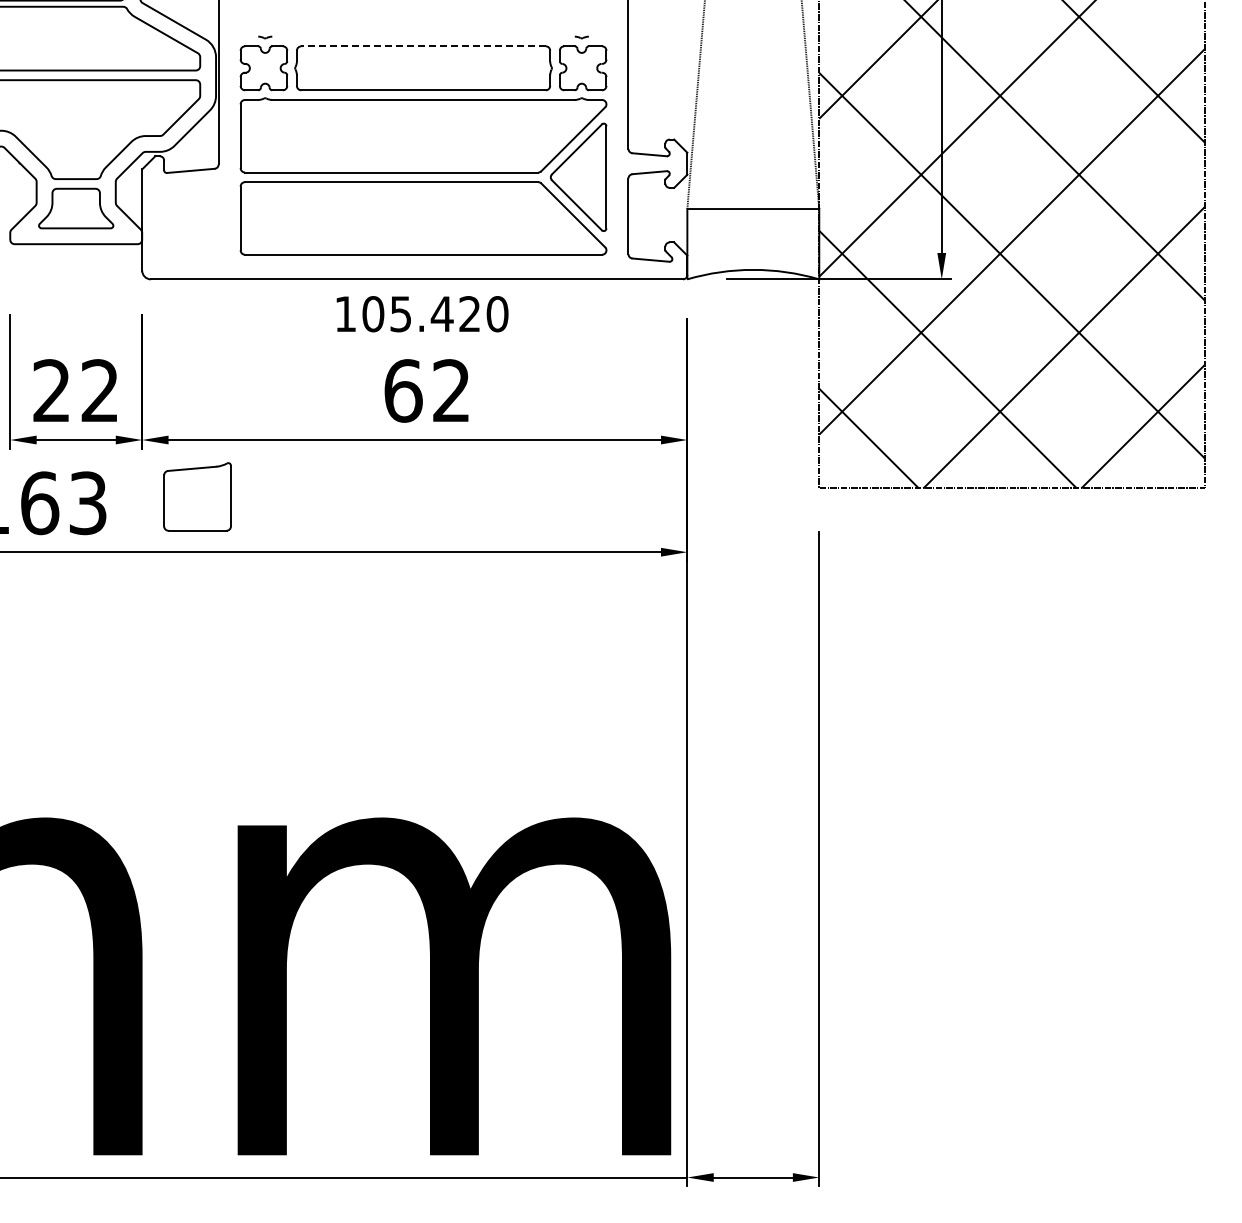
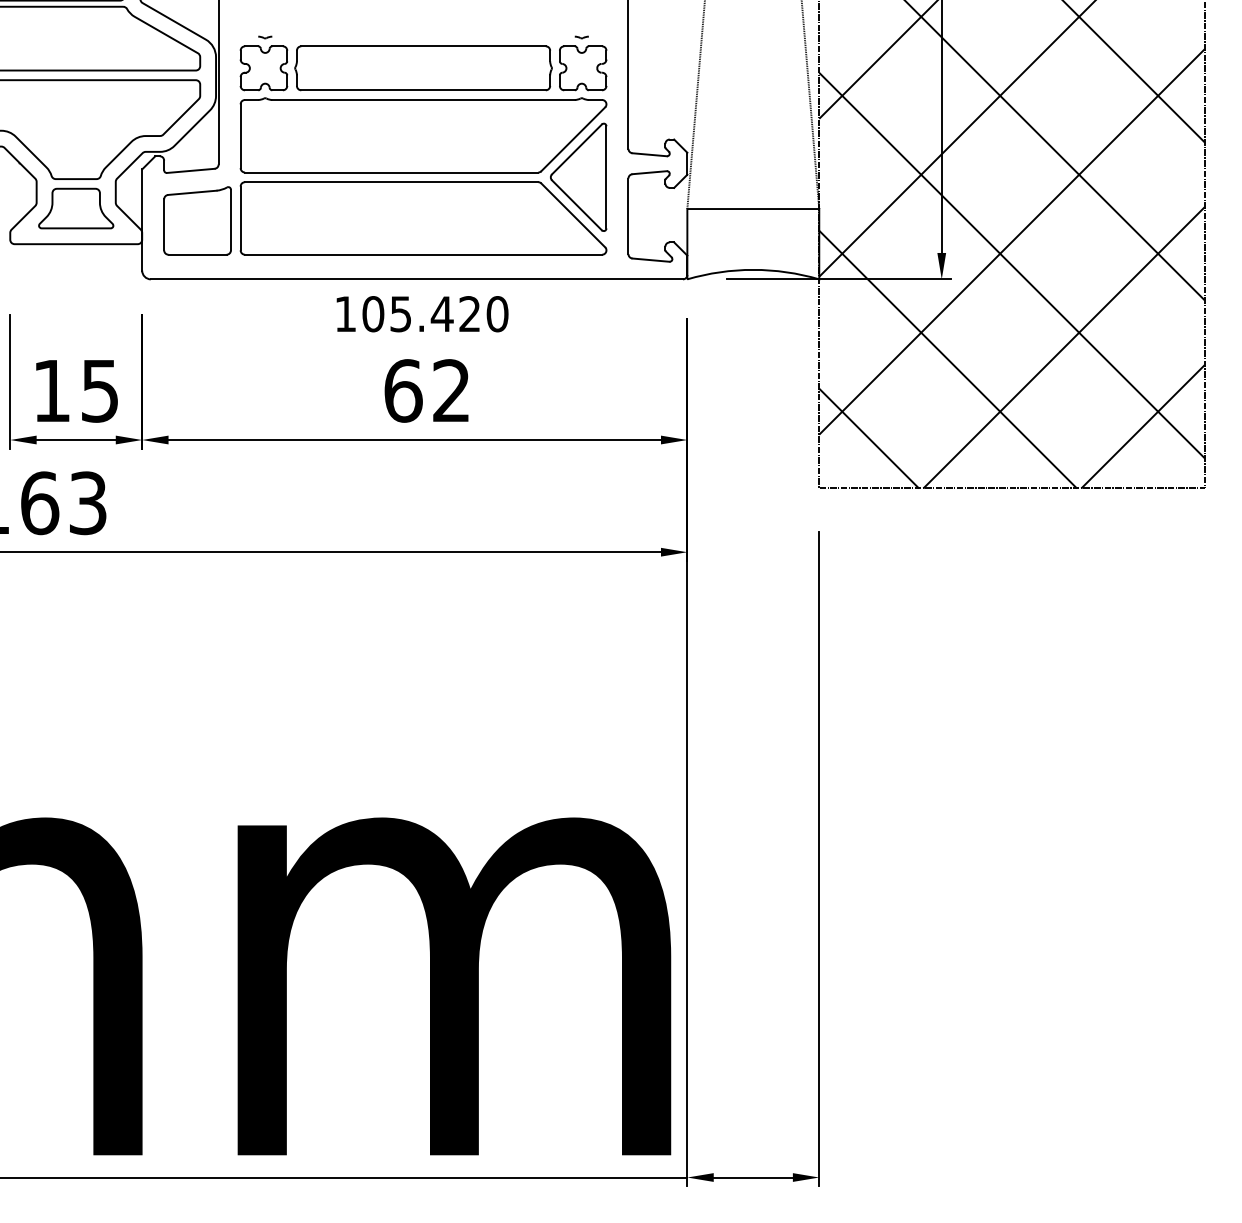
line at (423, 46): dashed -> solid
text at (75, 390): 22 -> 15
part at (197, 496) position: (197, 496) -> (197, 220)
